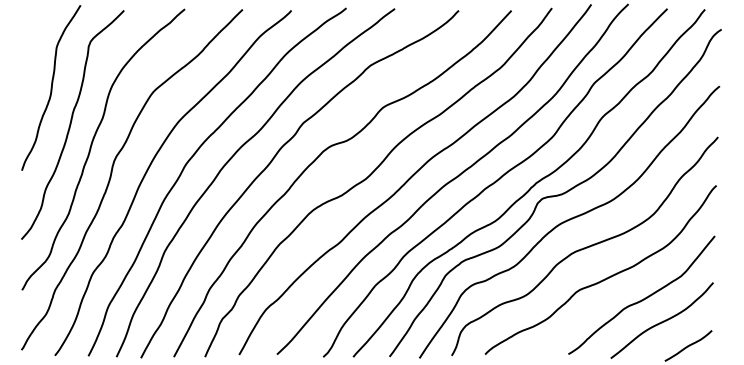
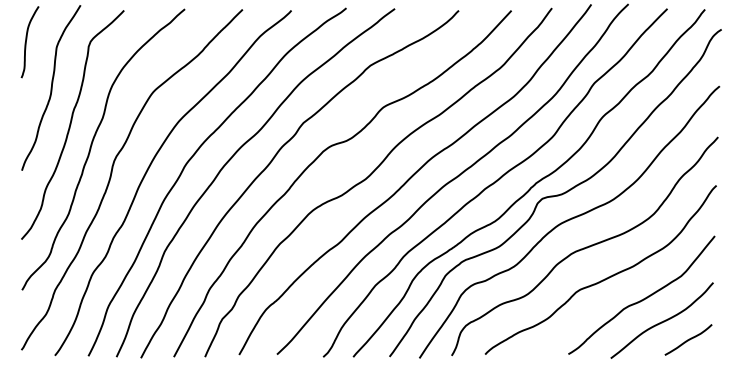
curve at (26, 42): none -> present
curve at (688, 345) position: (688, 345) -> (688, 339)
